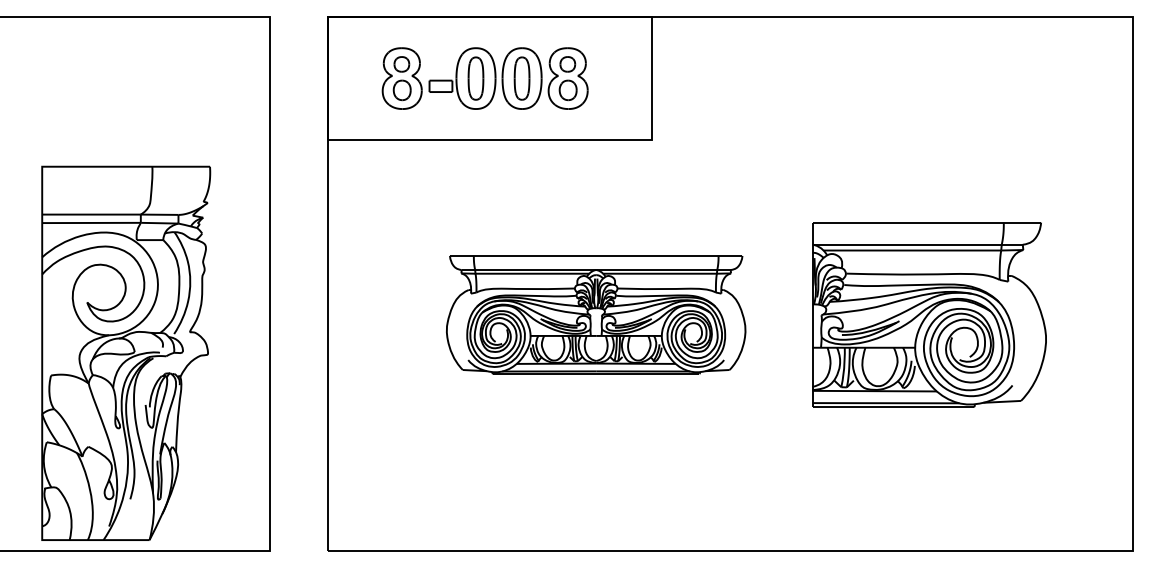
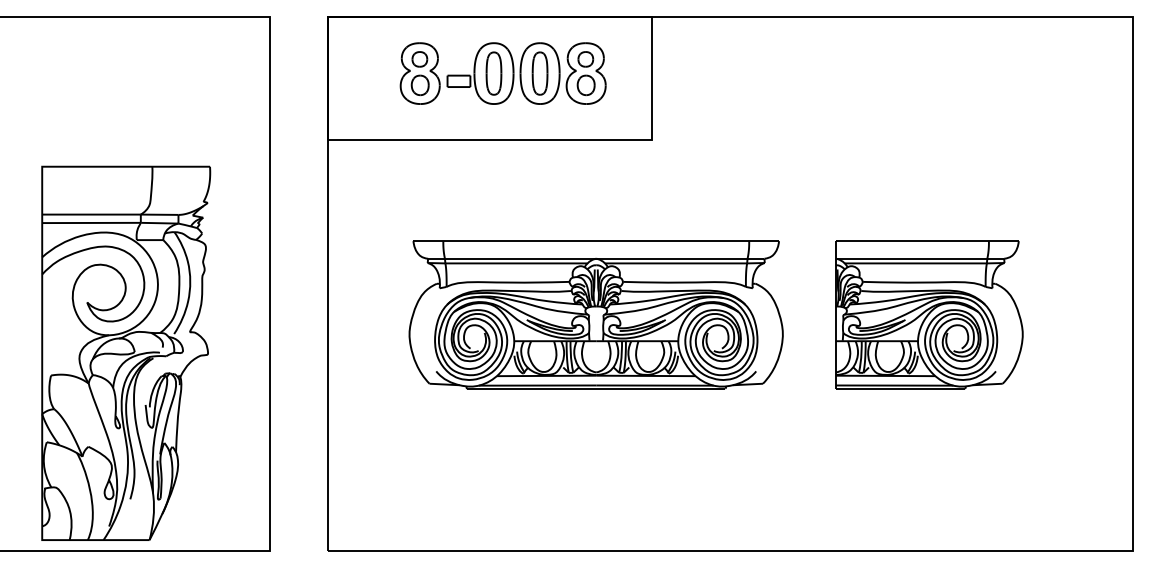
part at (484, 78) position: (484, 78) -> (502, 73)
part at (596, 314) size: 301x120 px -> 376x150 px
part at (929, 314) size: 235x186 px -> 189x150 px
